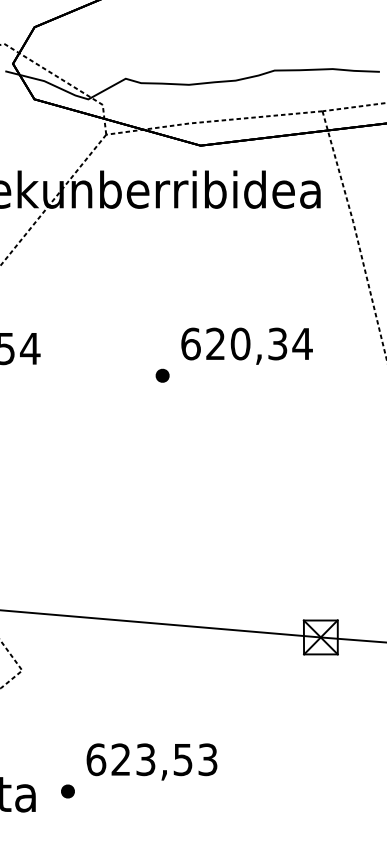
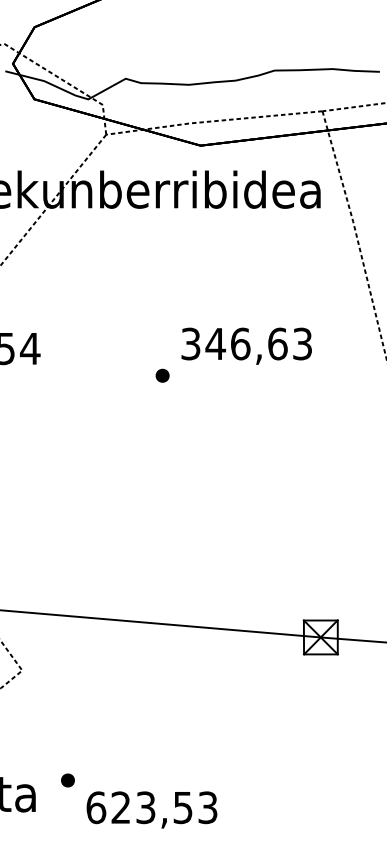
text at (246, 343): 620,34 -> 346,63
text at (151, 761) position: (151, 761) -> (151, 809)
part at (67, 791) position: (67, 791) -> (67, 780)
